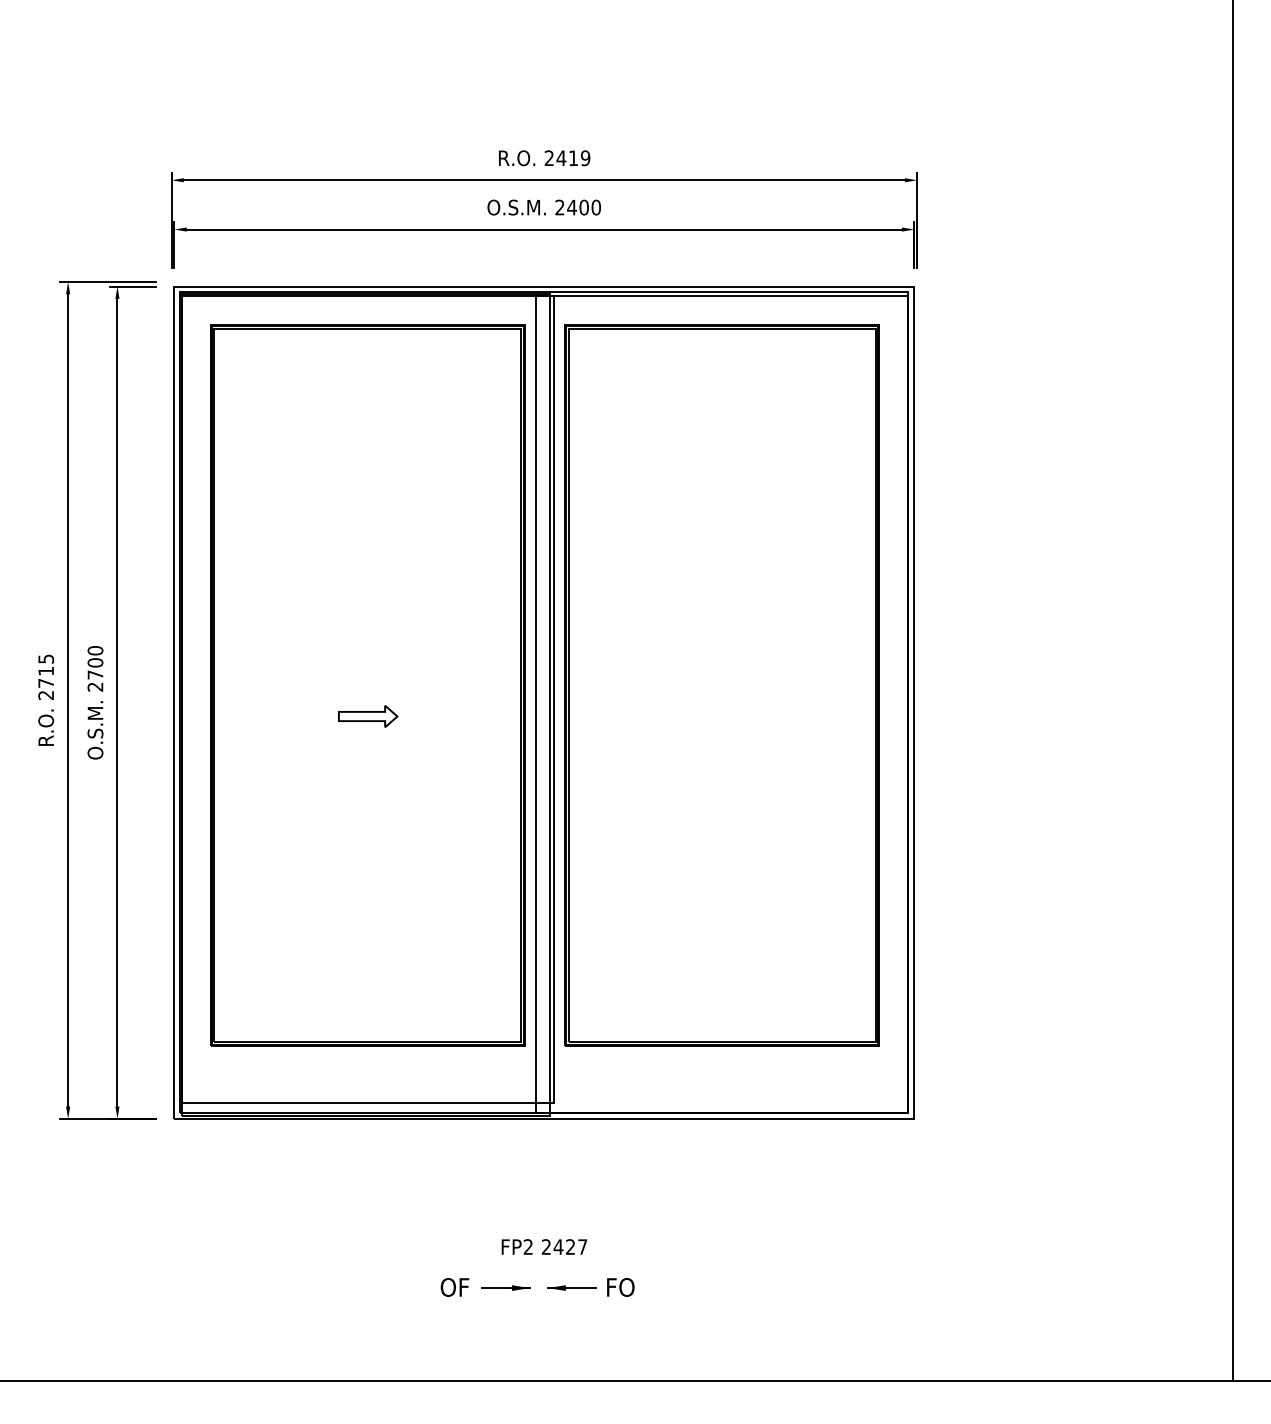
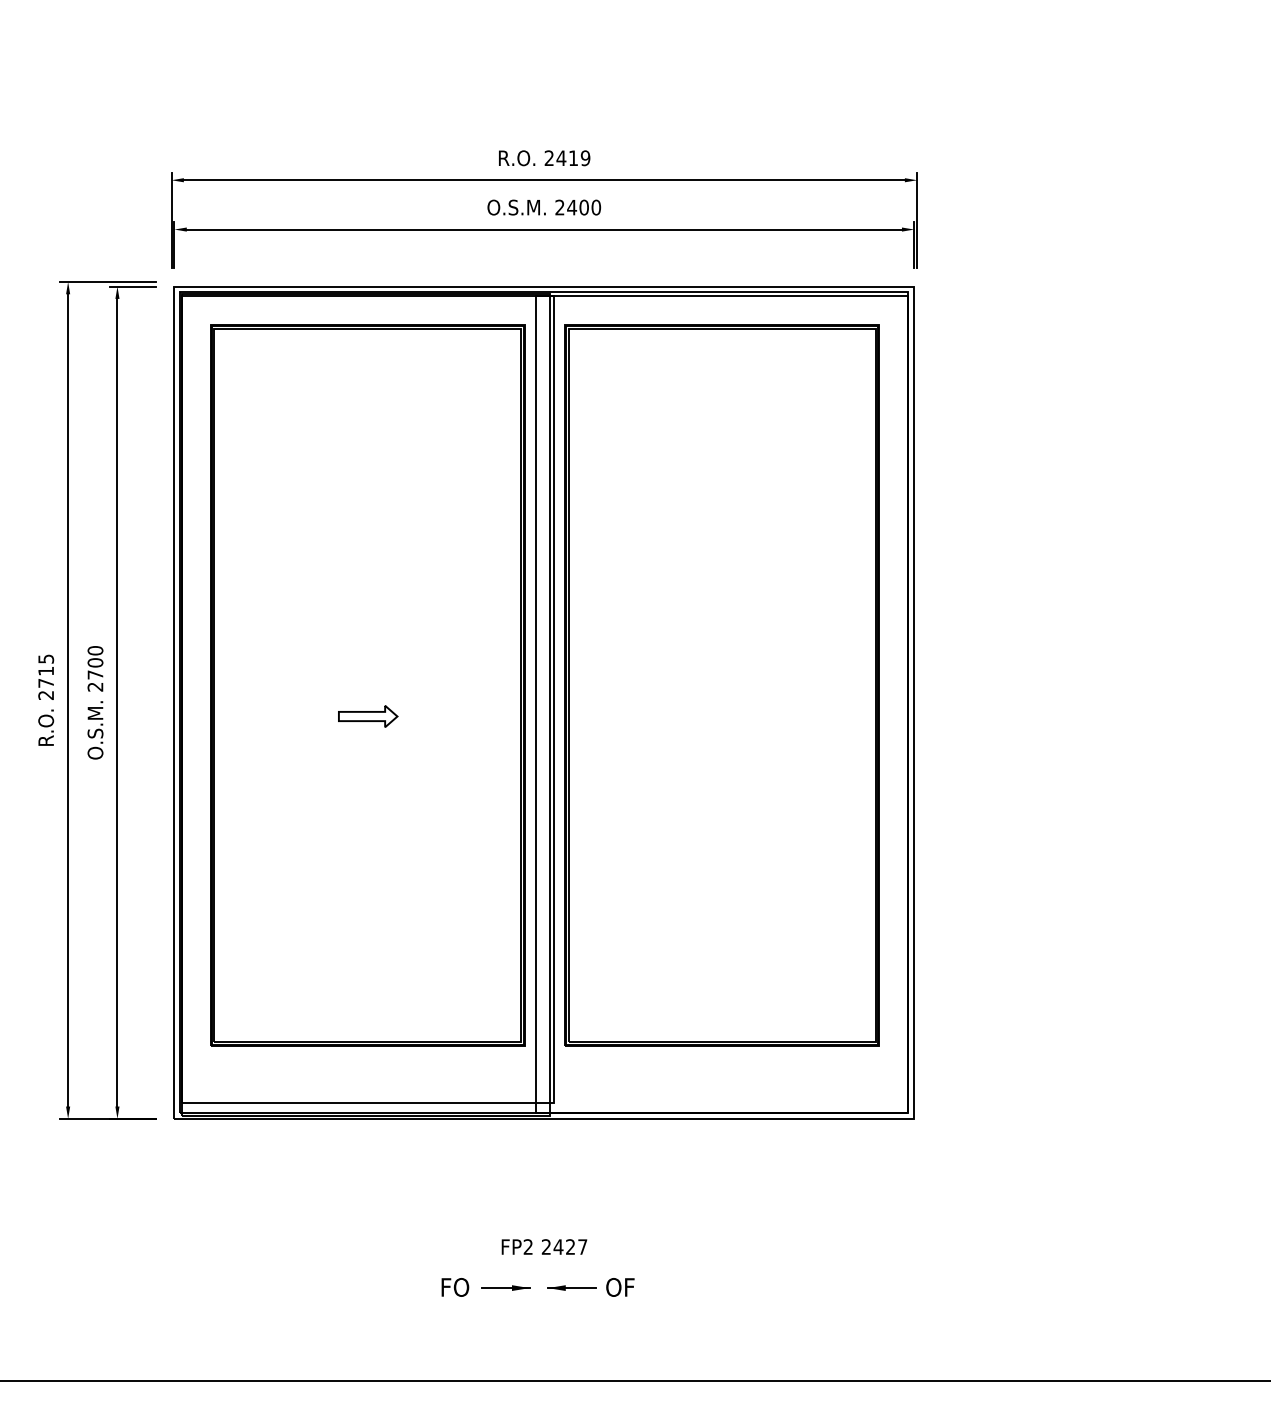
line at (1232, 691): present -> none
text at (454, 1286): OF -> FO
text at (620, 1287): FO -> OF
